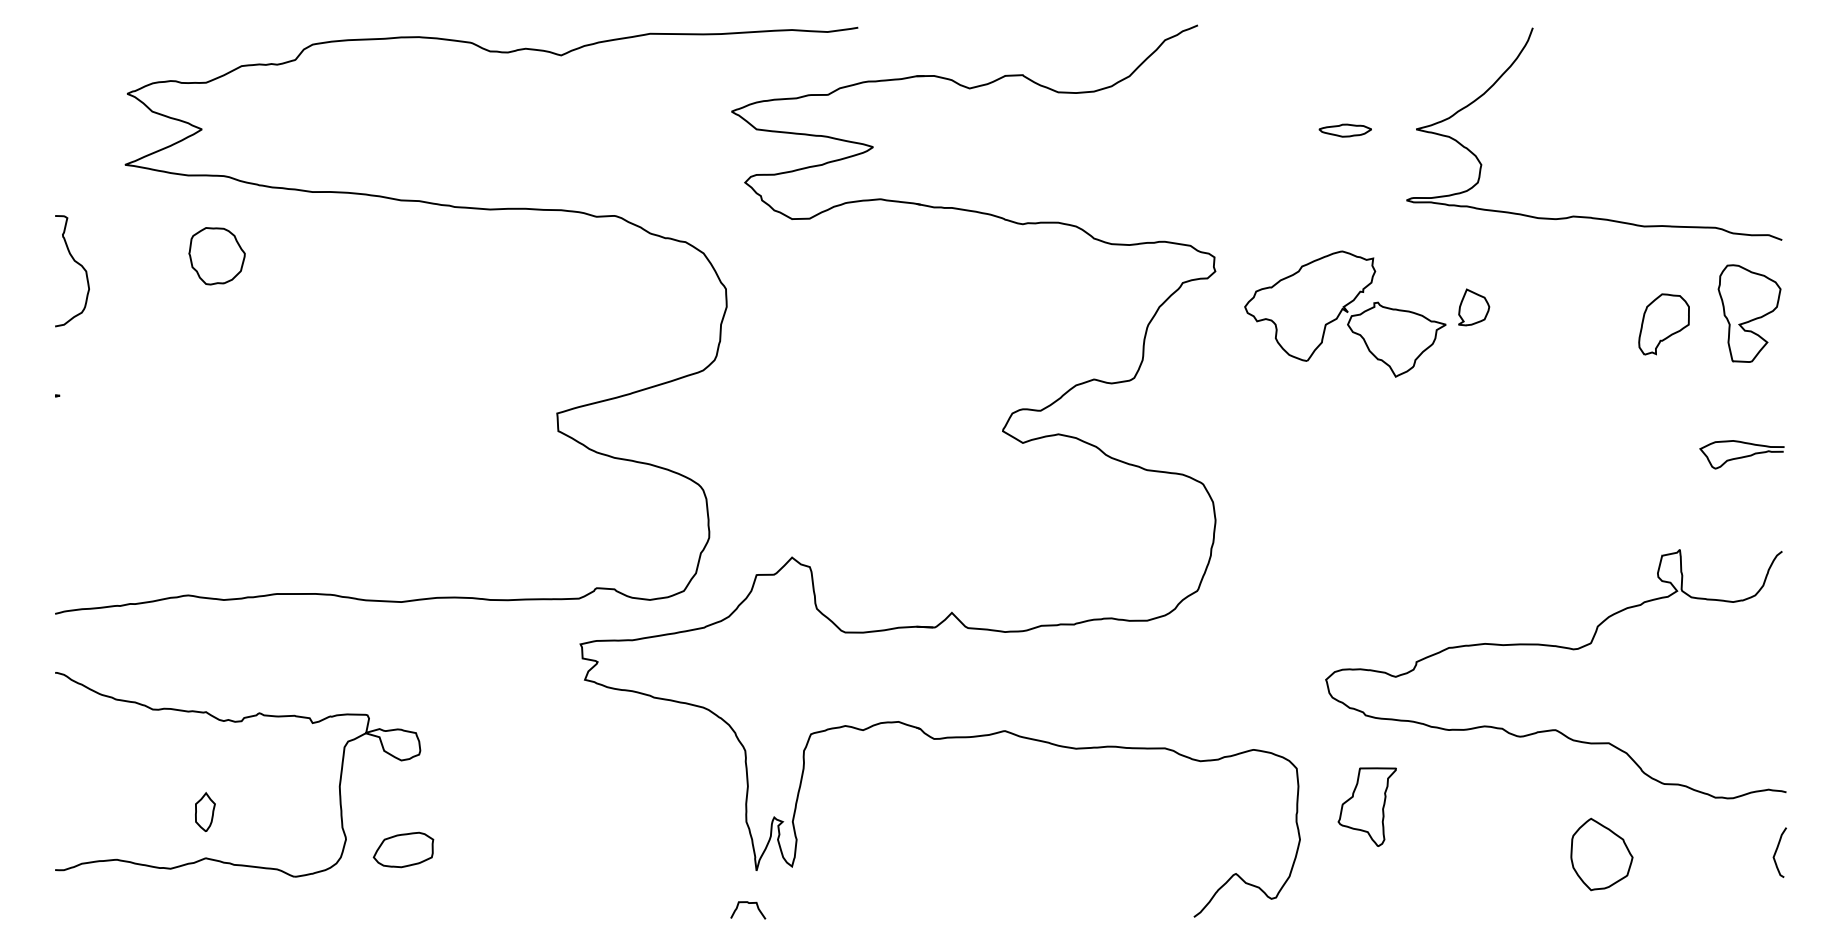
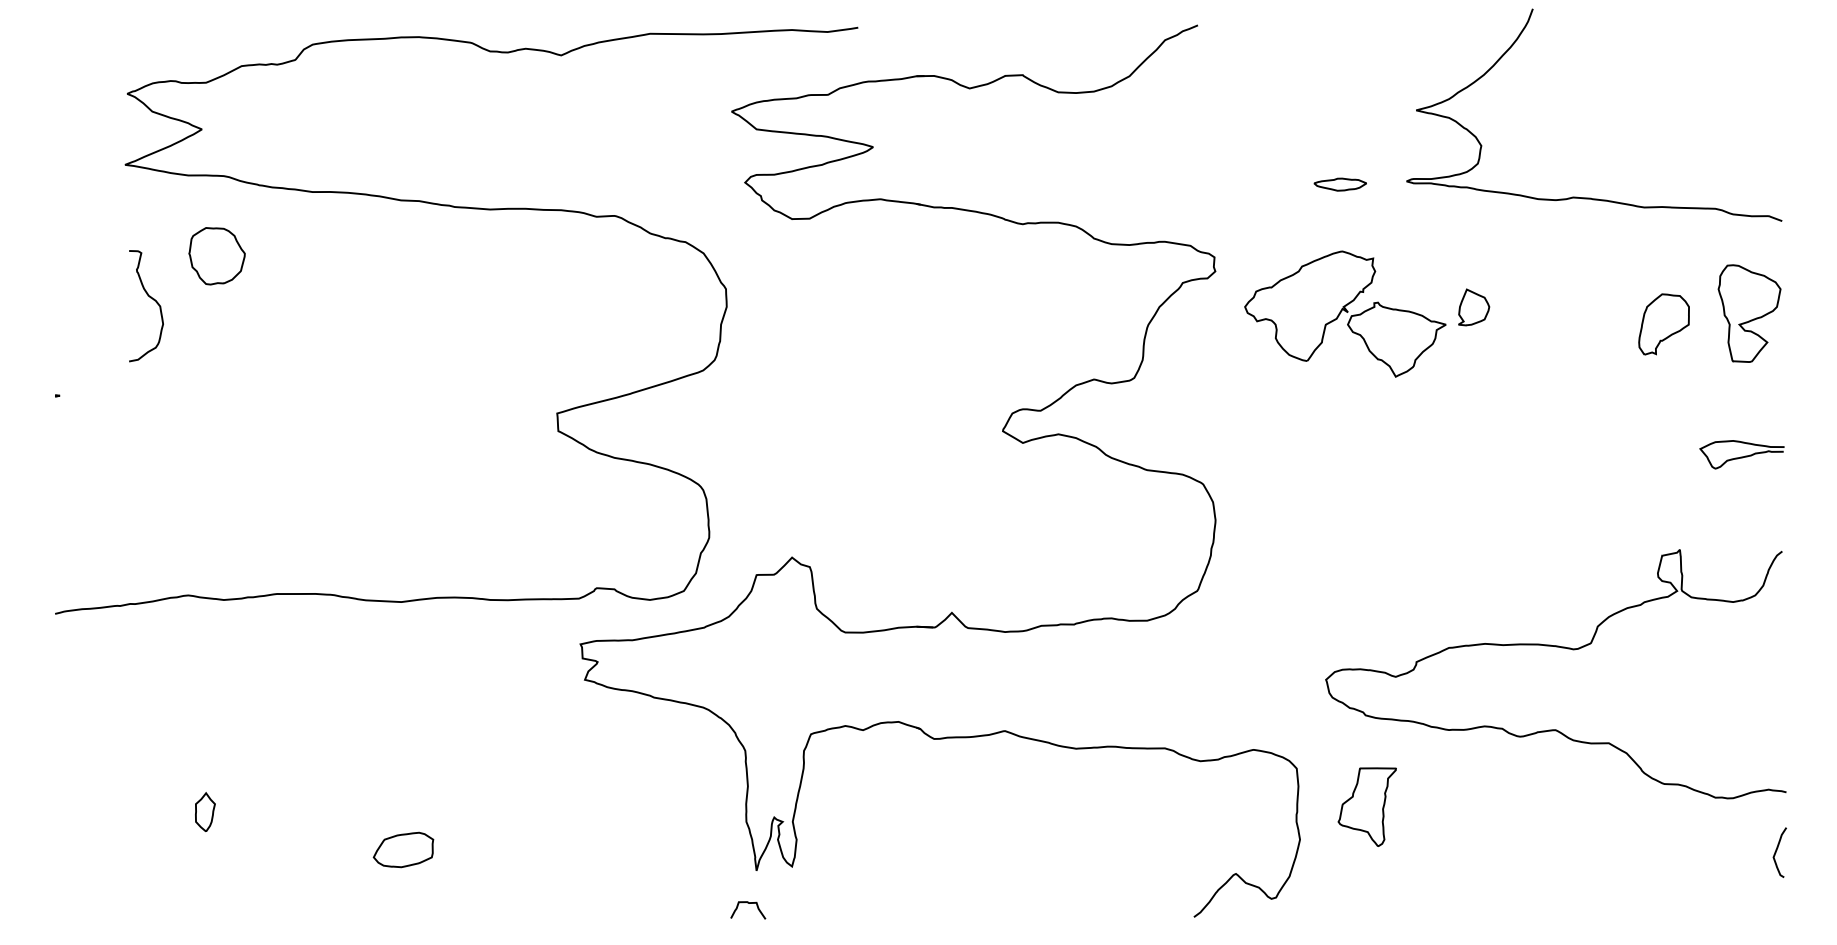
part at (1344, 130) position: (1344, 130) -> (1339, 184)
curve at (1590, 216) position: (1590, 216) -> (1590, 197)
curve at (76, 263) position: (76, 263) -> (150, 298)
part at (238, 722): present -> none
part at (1601, 854): present -> none
